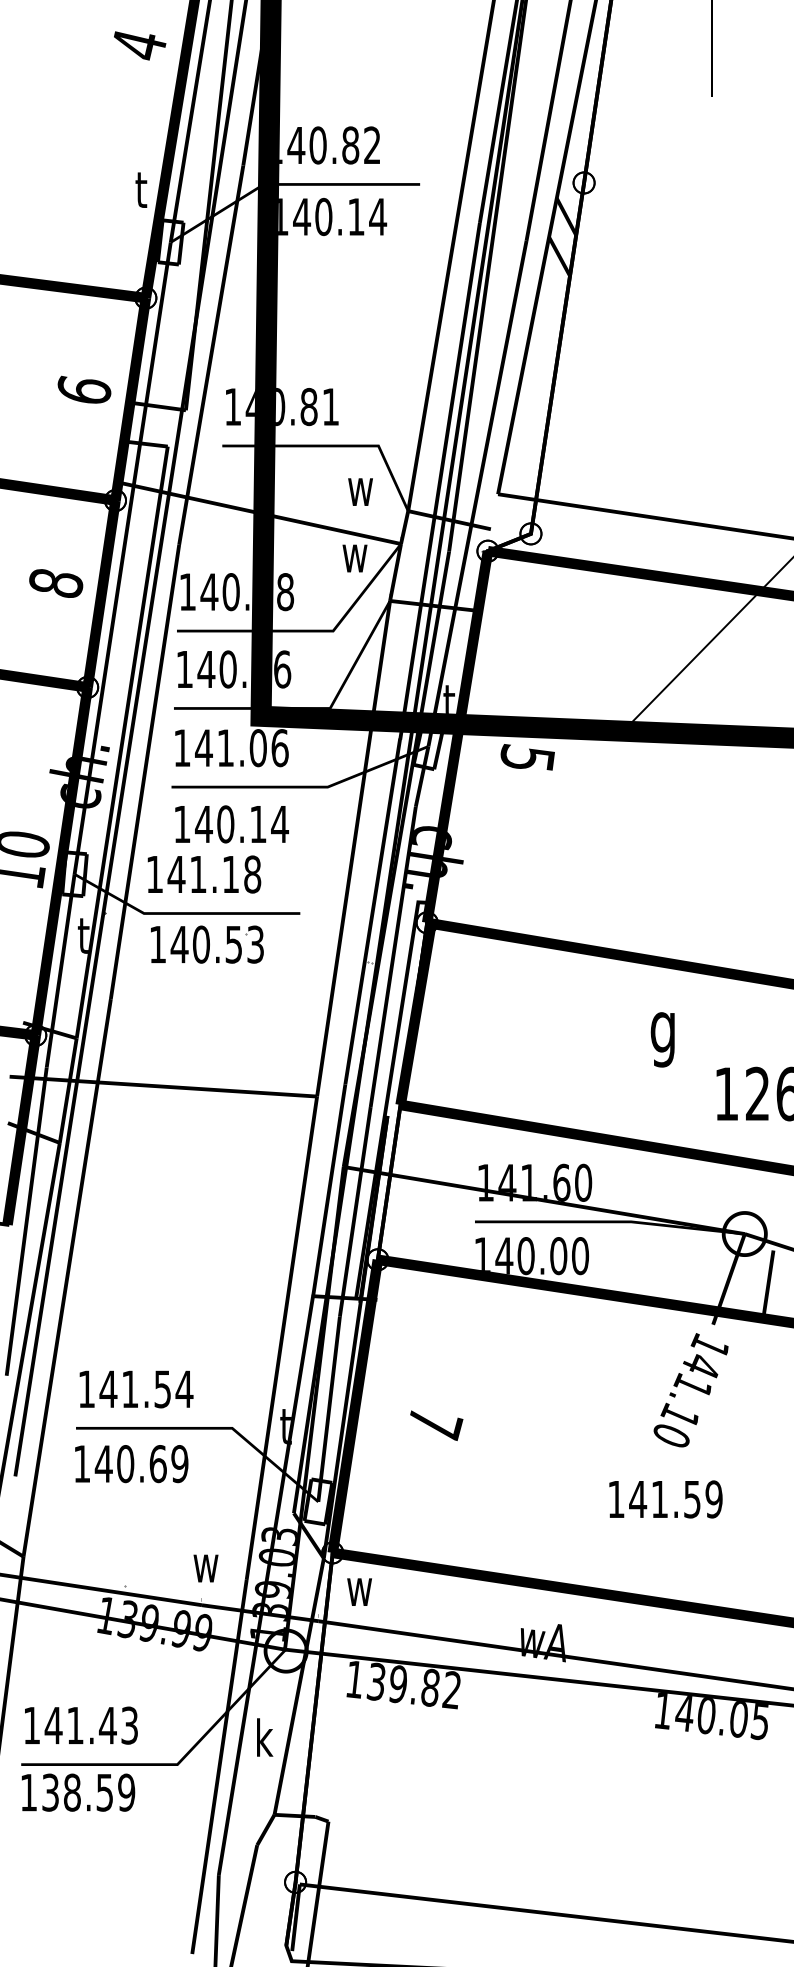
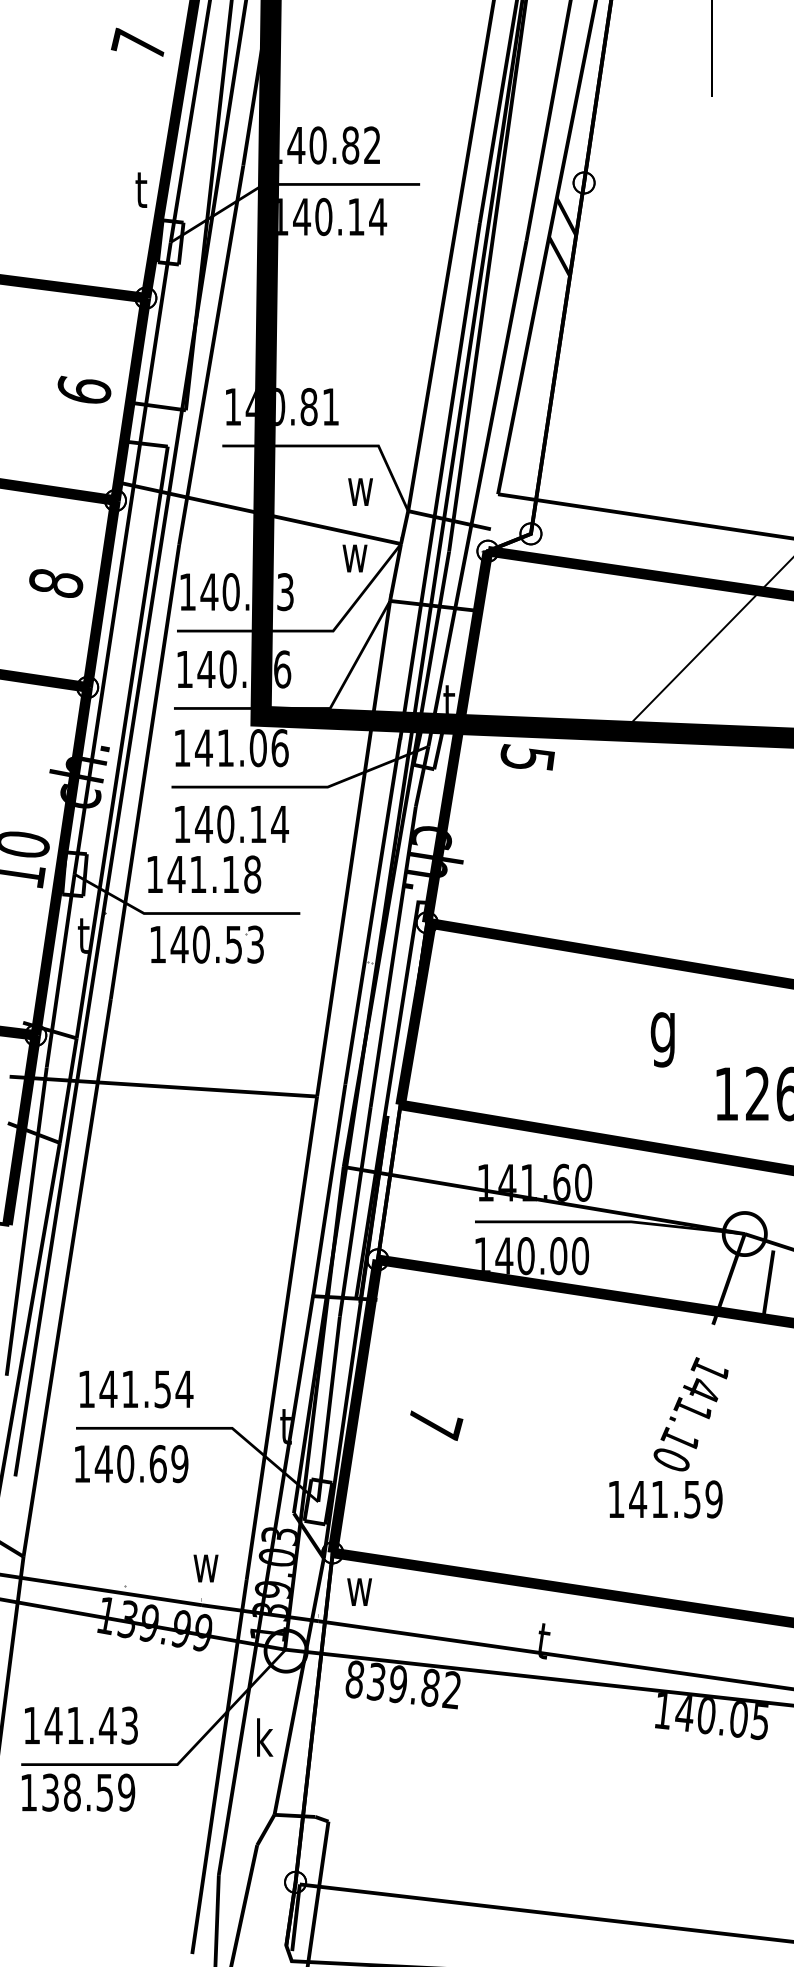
text at (138, 43): 4 -> 7
text at (285, 592): 140.88 -> 140.83
text at (690, 1390) position: (690, 1390) -> (690, 1414)
text at (542, 1642): wA -> t
text at (354, 1679): 139.82 -> 839.82
